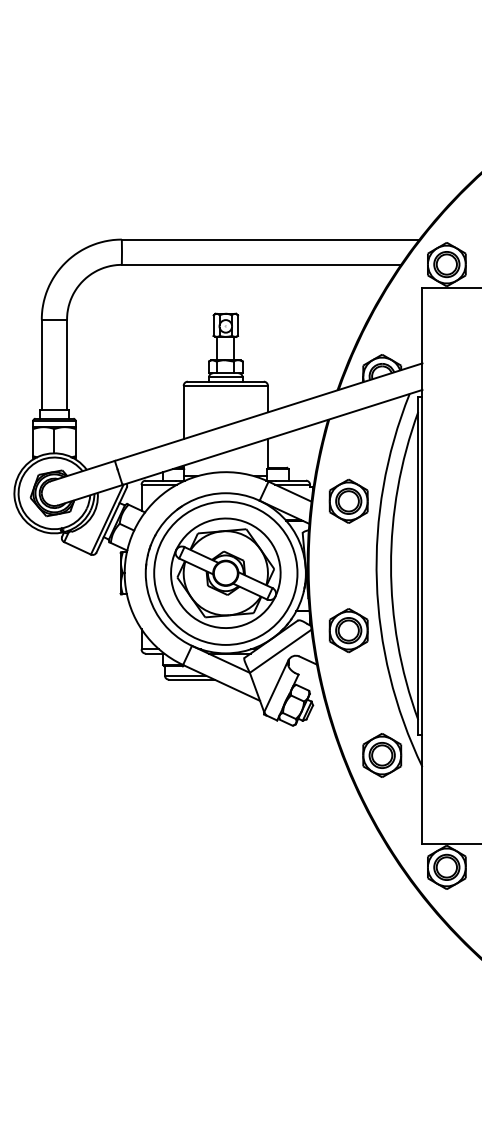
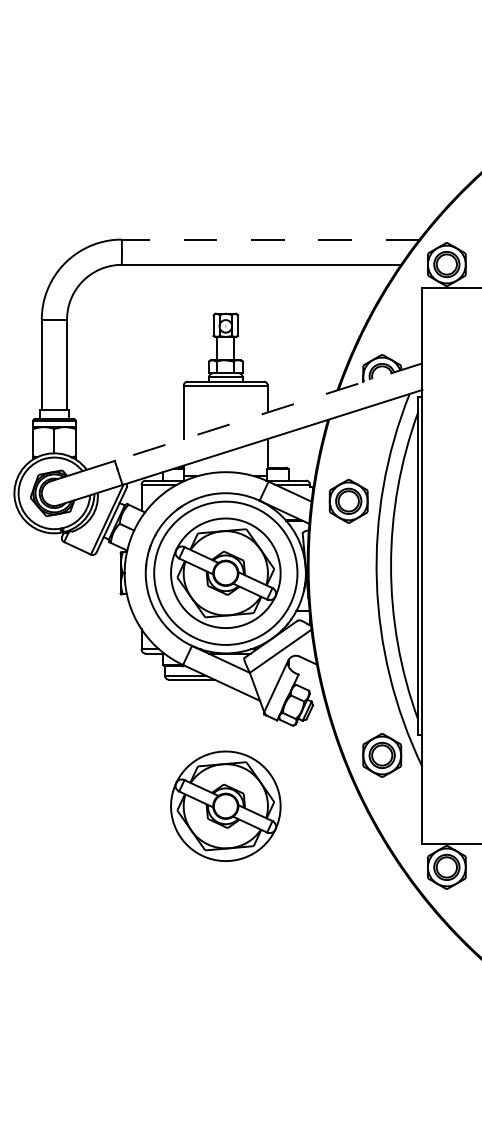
line at (270, 239): solid -> dashed
line at (268, 412): solid -> dashed
part at (348, 630): present -> none
part at (225, 805): none -> present
